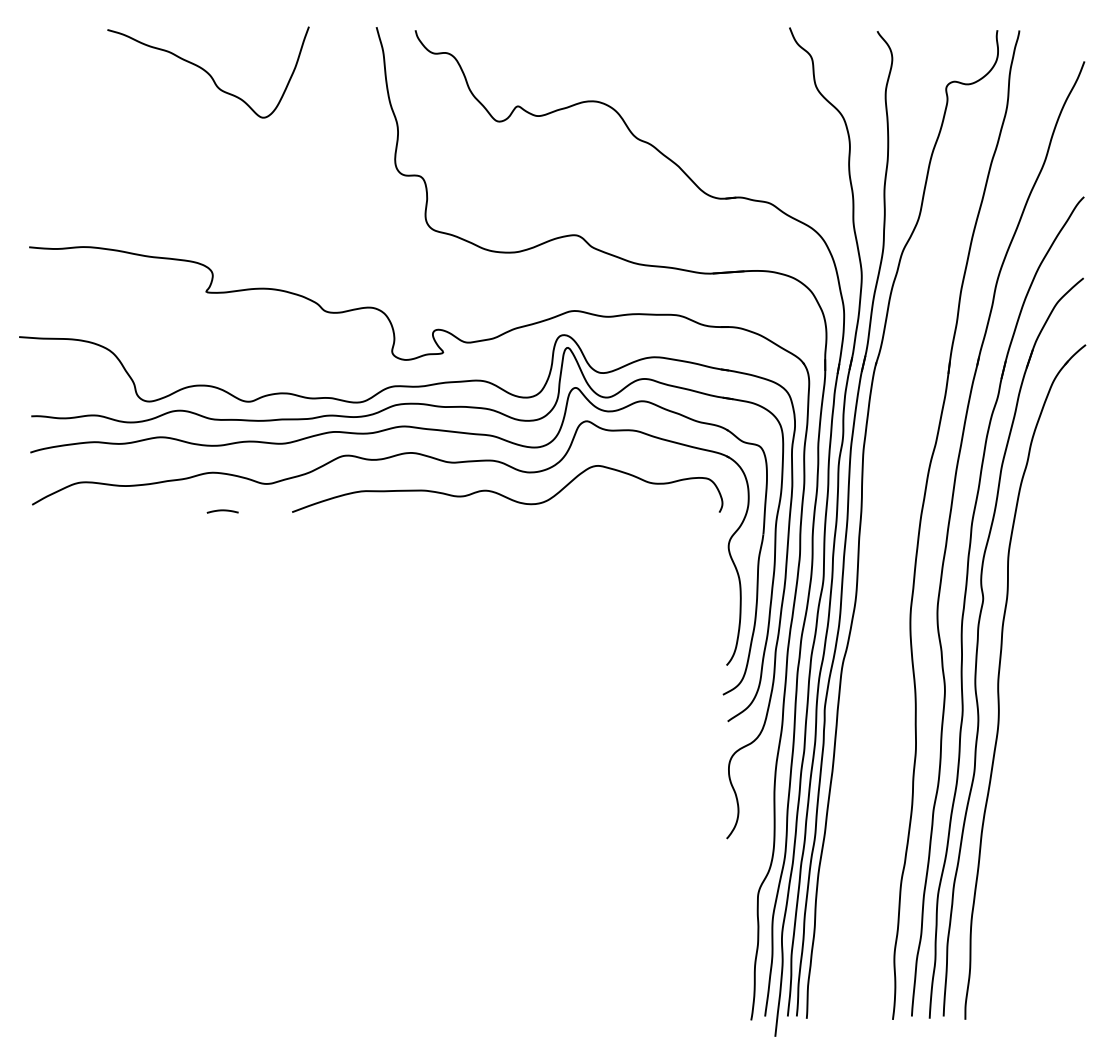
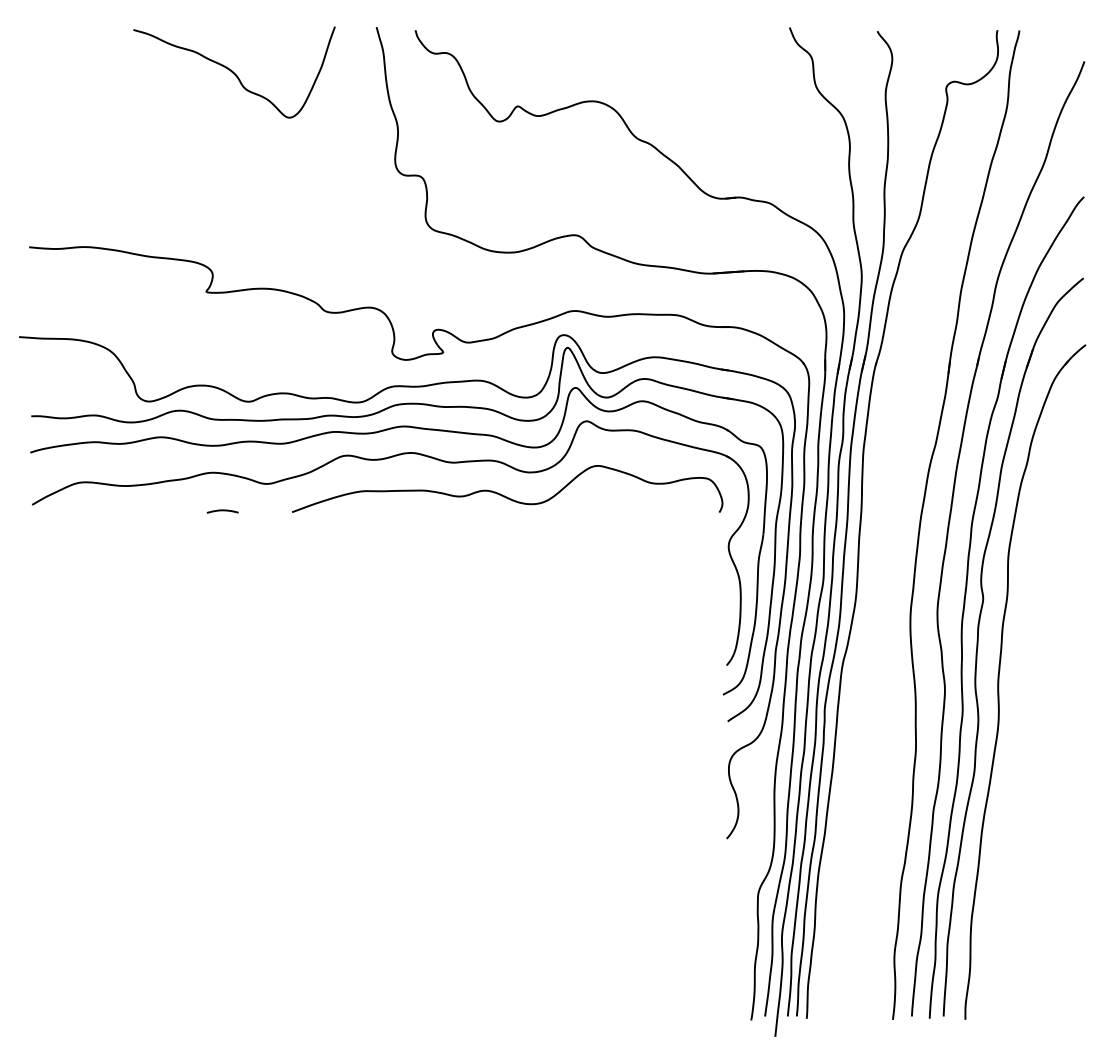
curve at (208, 72) position: (208, 72) -> (234, 72)
